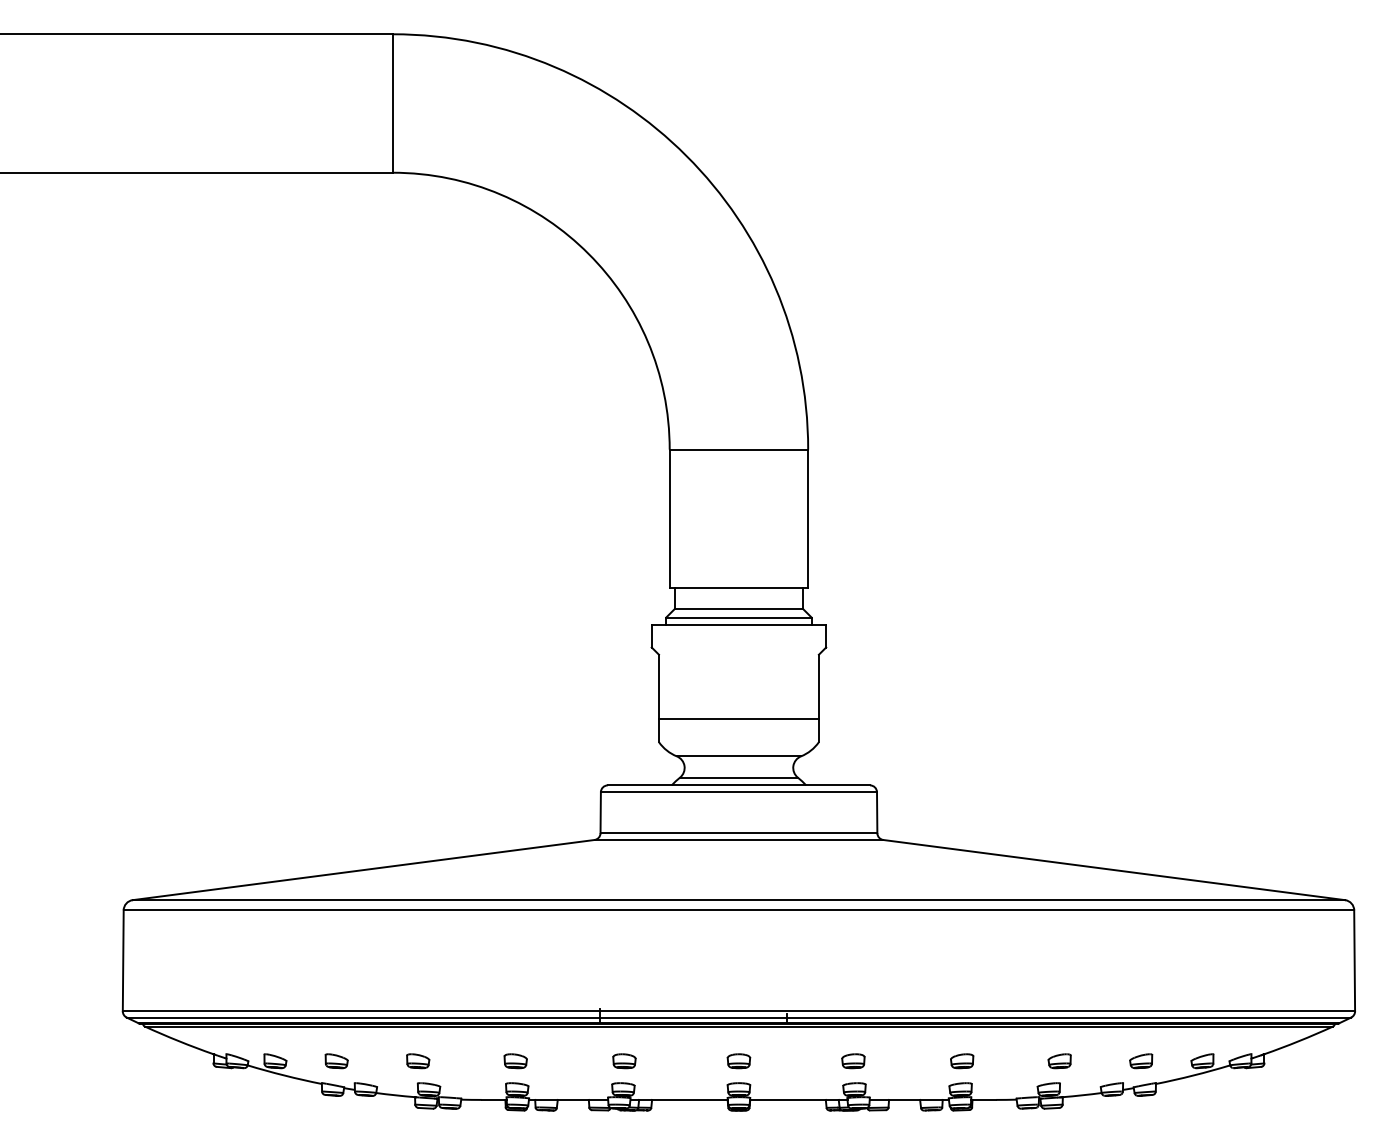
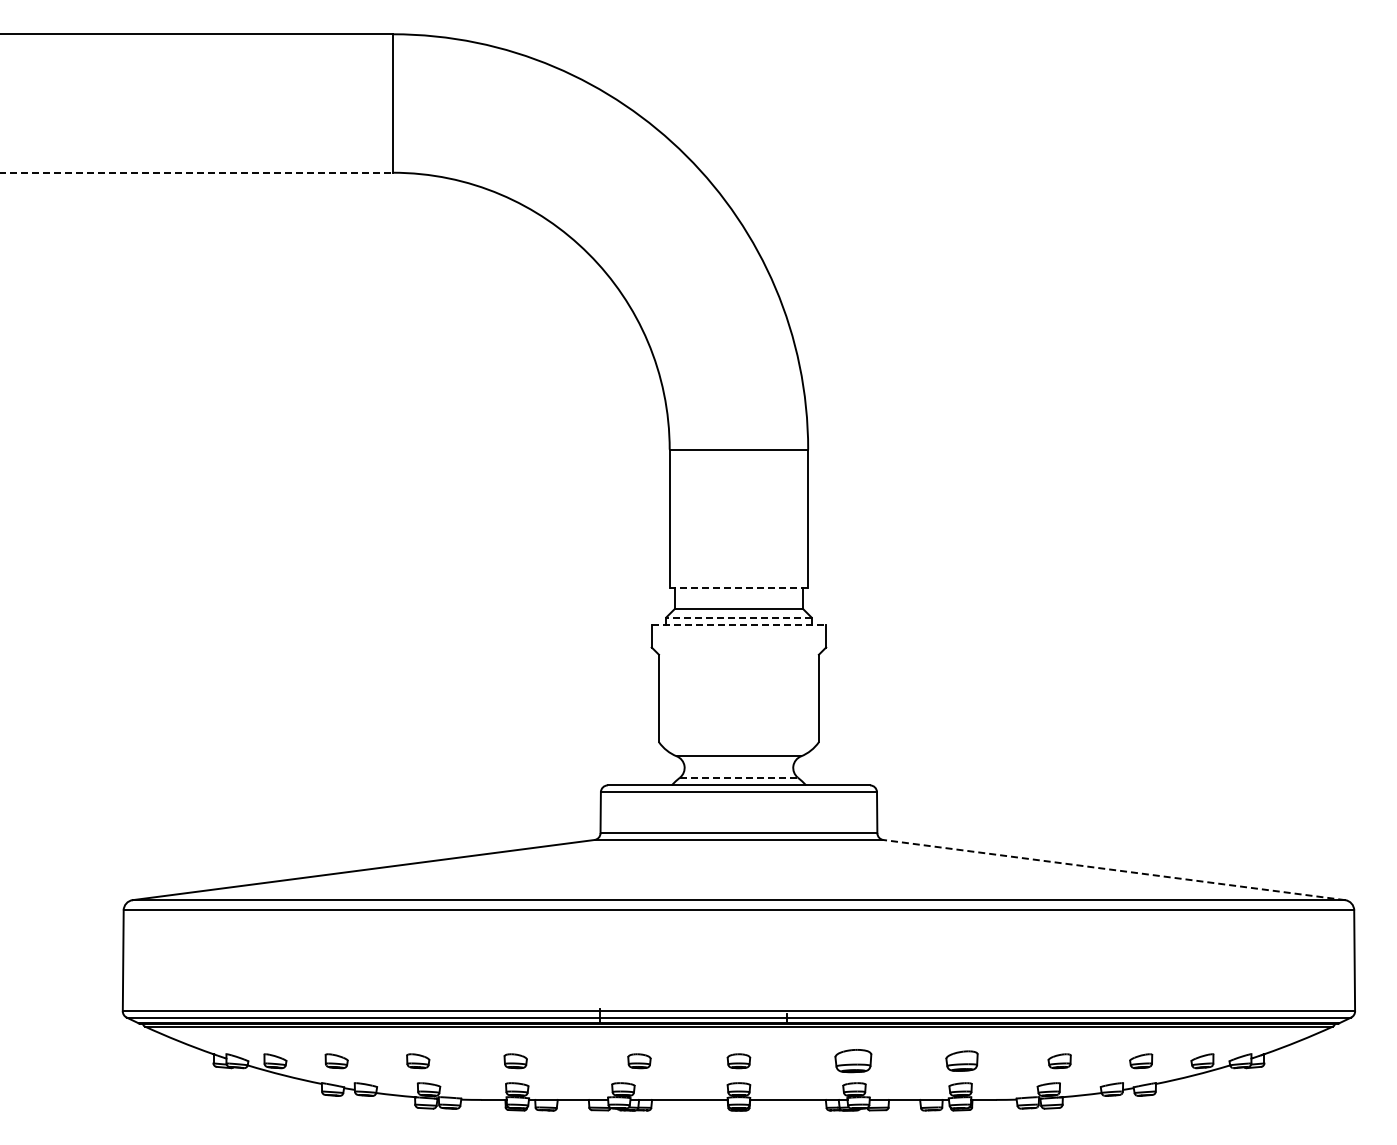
line at (196, 172): solid -> dashed
line at (738, 588): solid -> dashed
line at (738, 617): solid -> dashed
line at (739, 624): solid -> dashed
line at (738, 719): present -> none
line at (738, 777): solid -> dashed
line at (1114, 870): solid -> dashed
part at (624, 1061) position: (624, 1061) -> (639, 1061)
part at (853, 1061) size: 25x17 px -> 39x25 px
part at (962, 1061) size: 25x17 px -> 34x22 px
